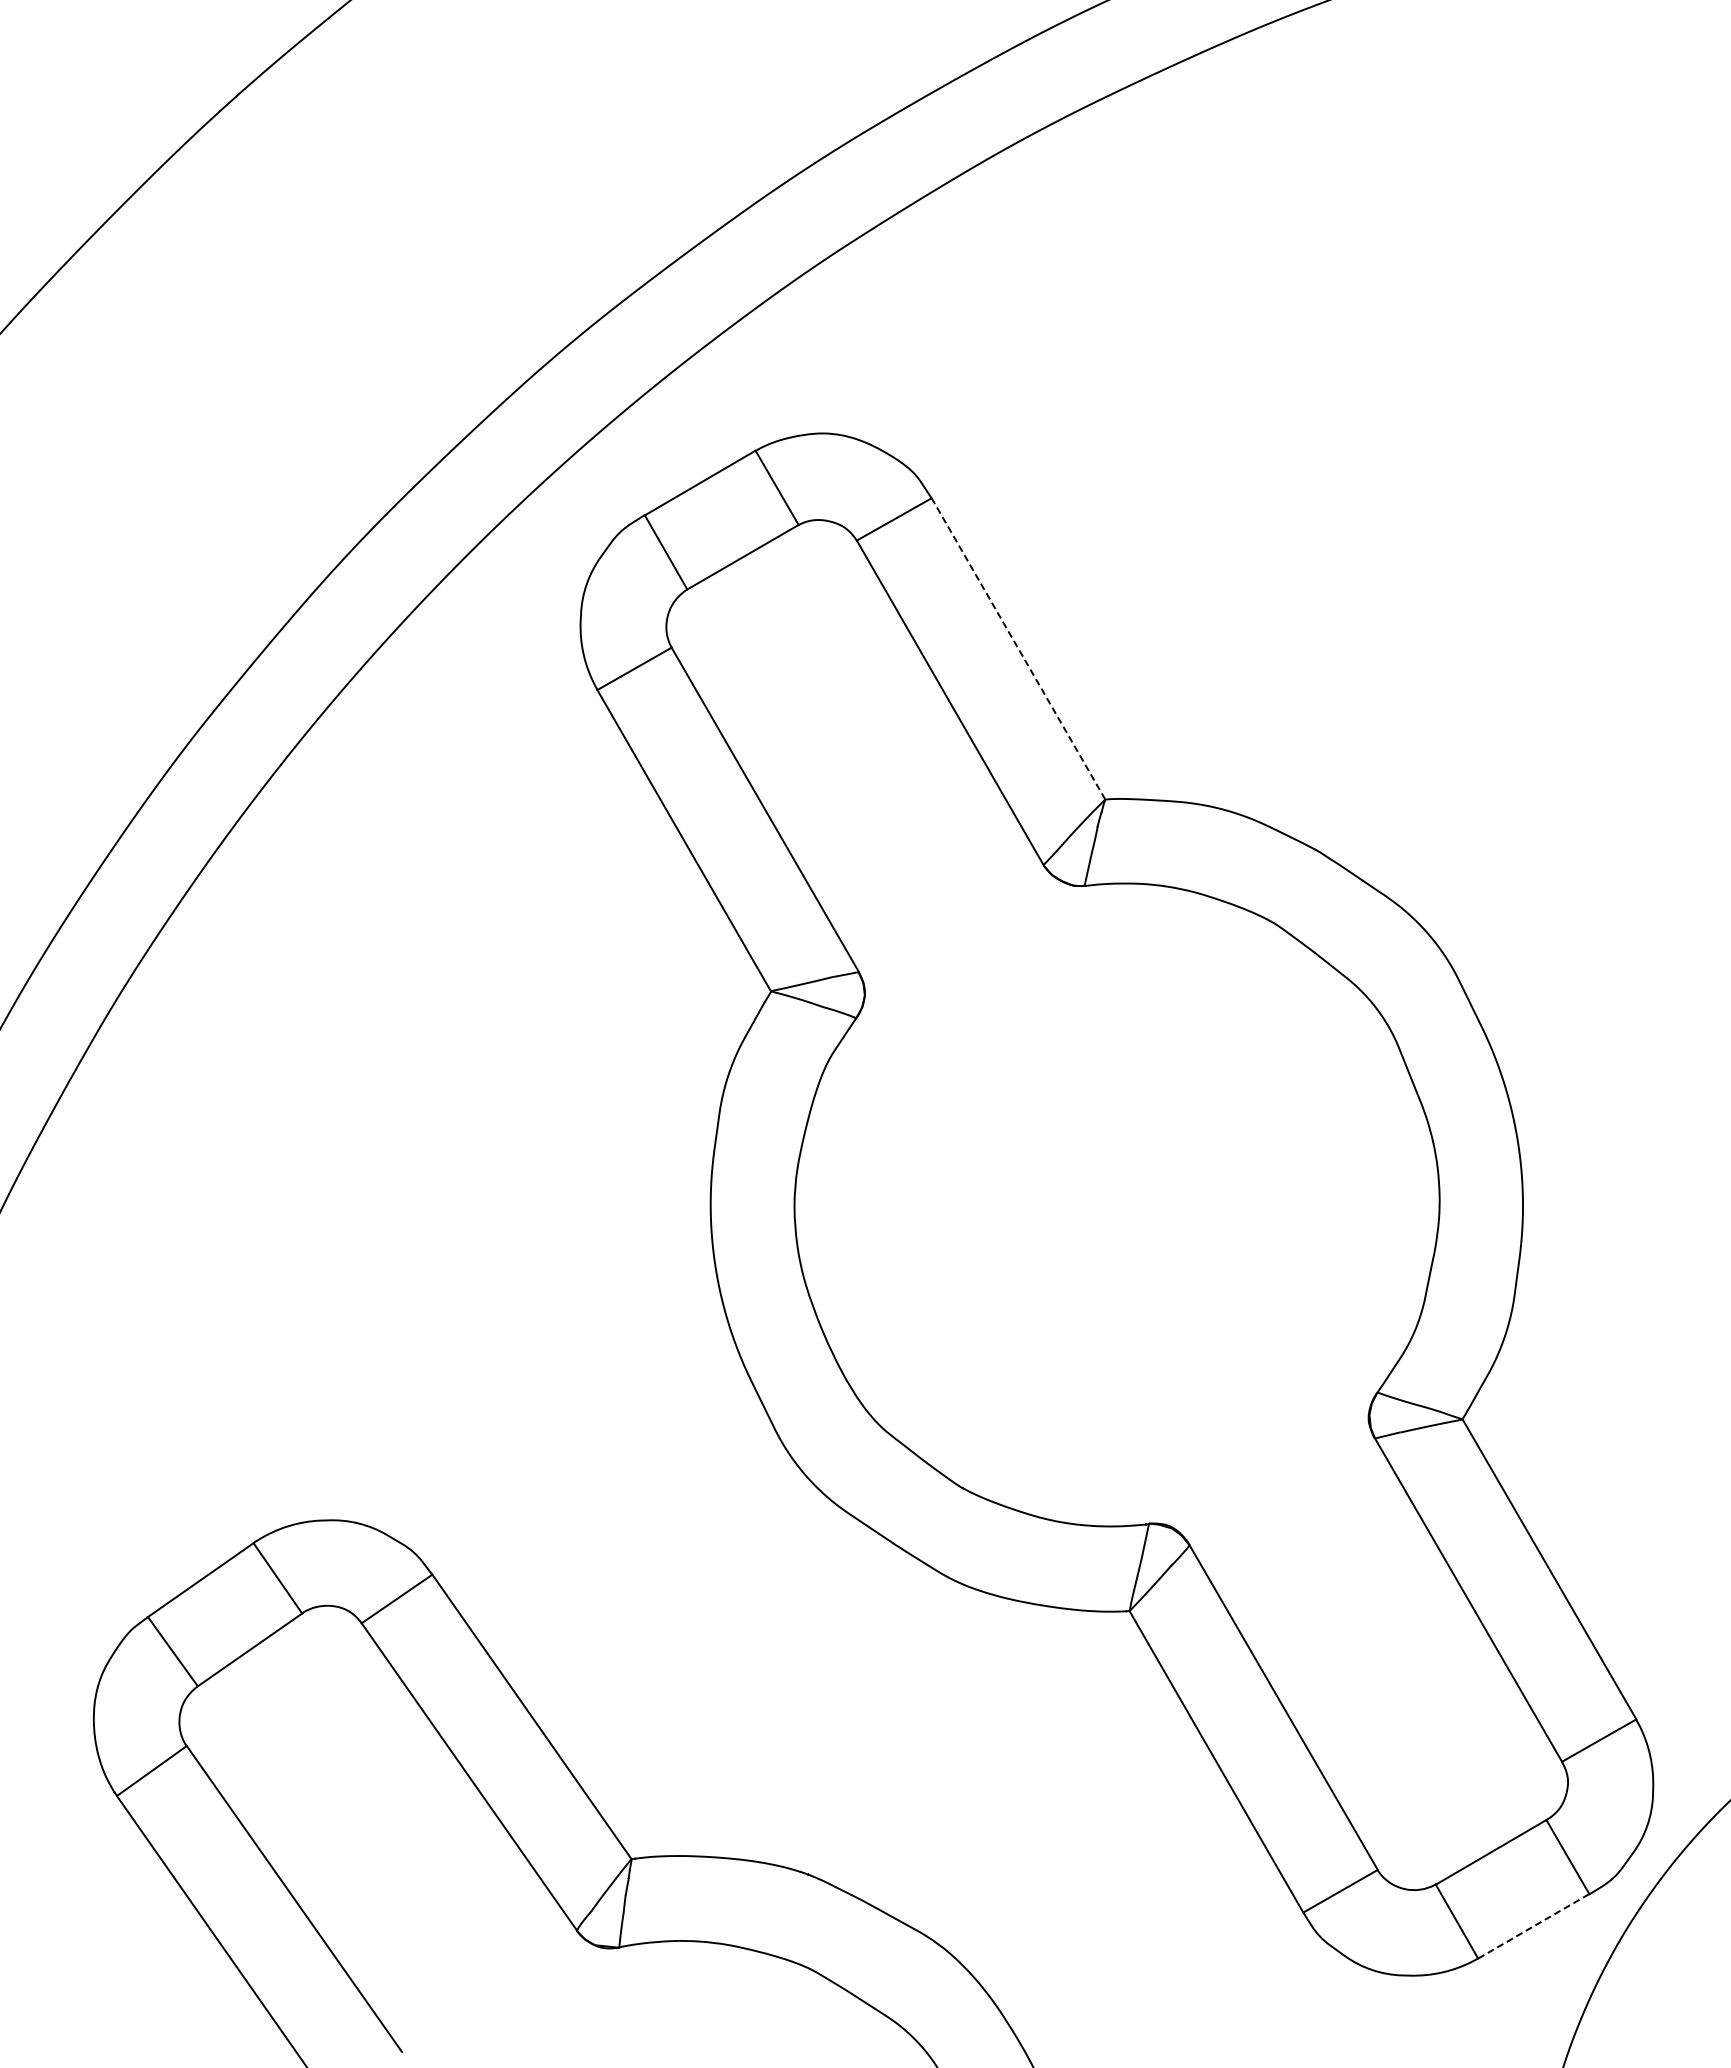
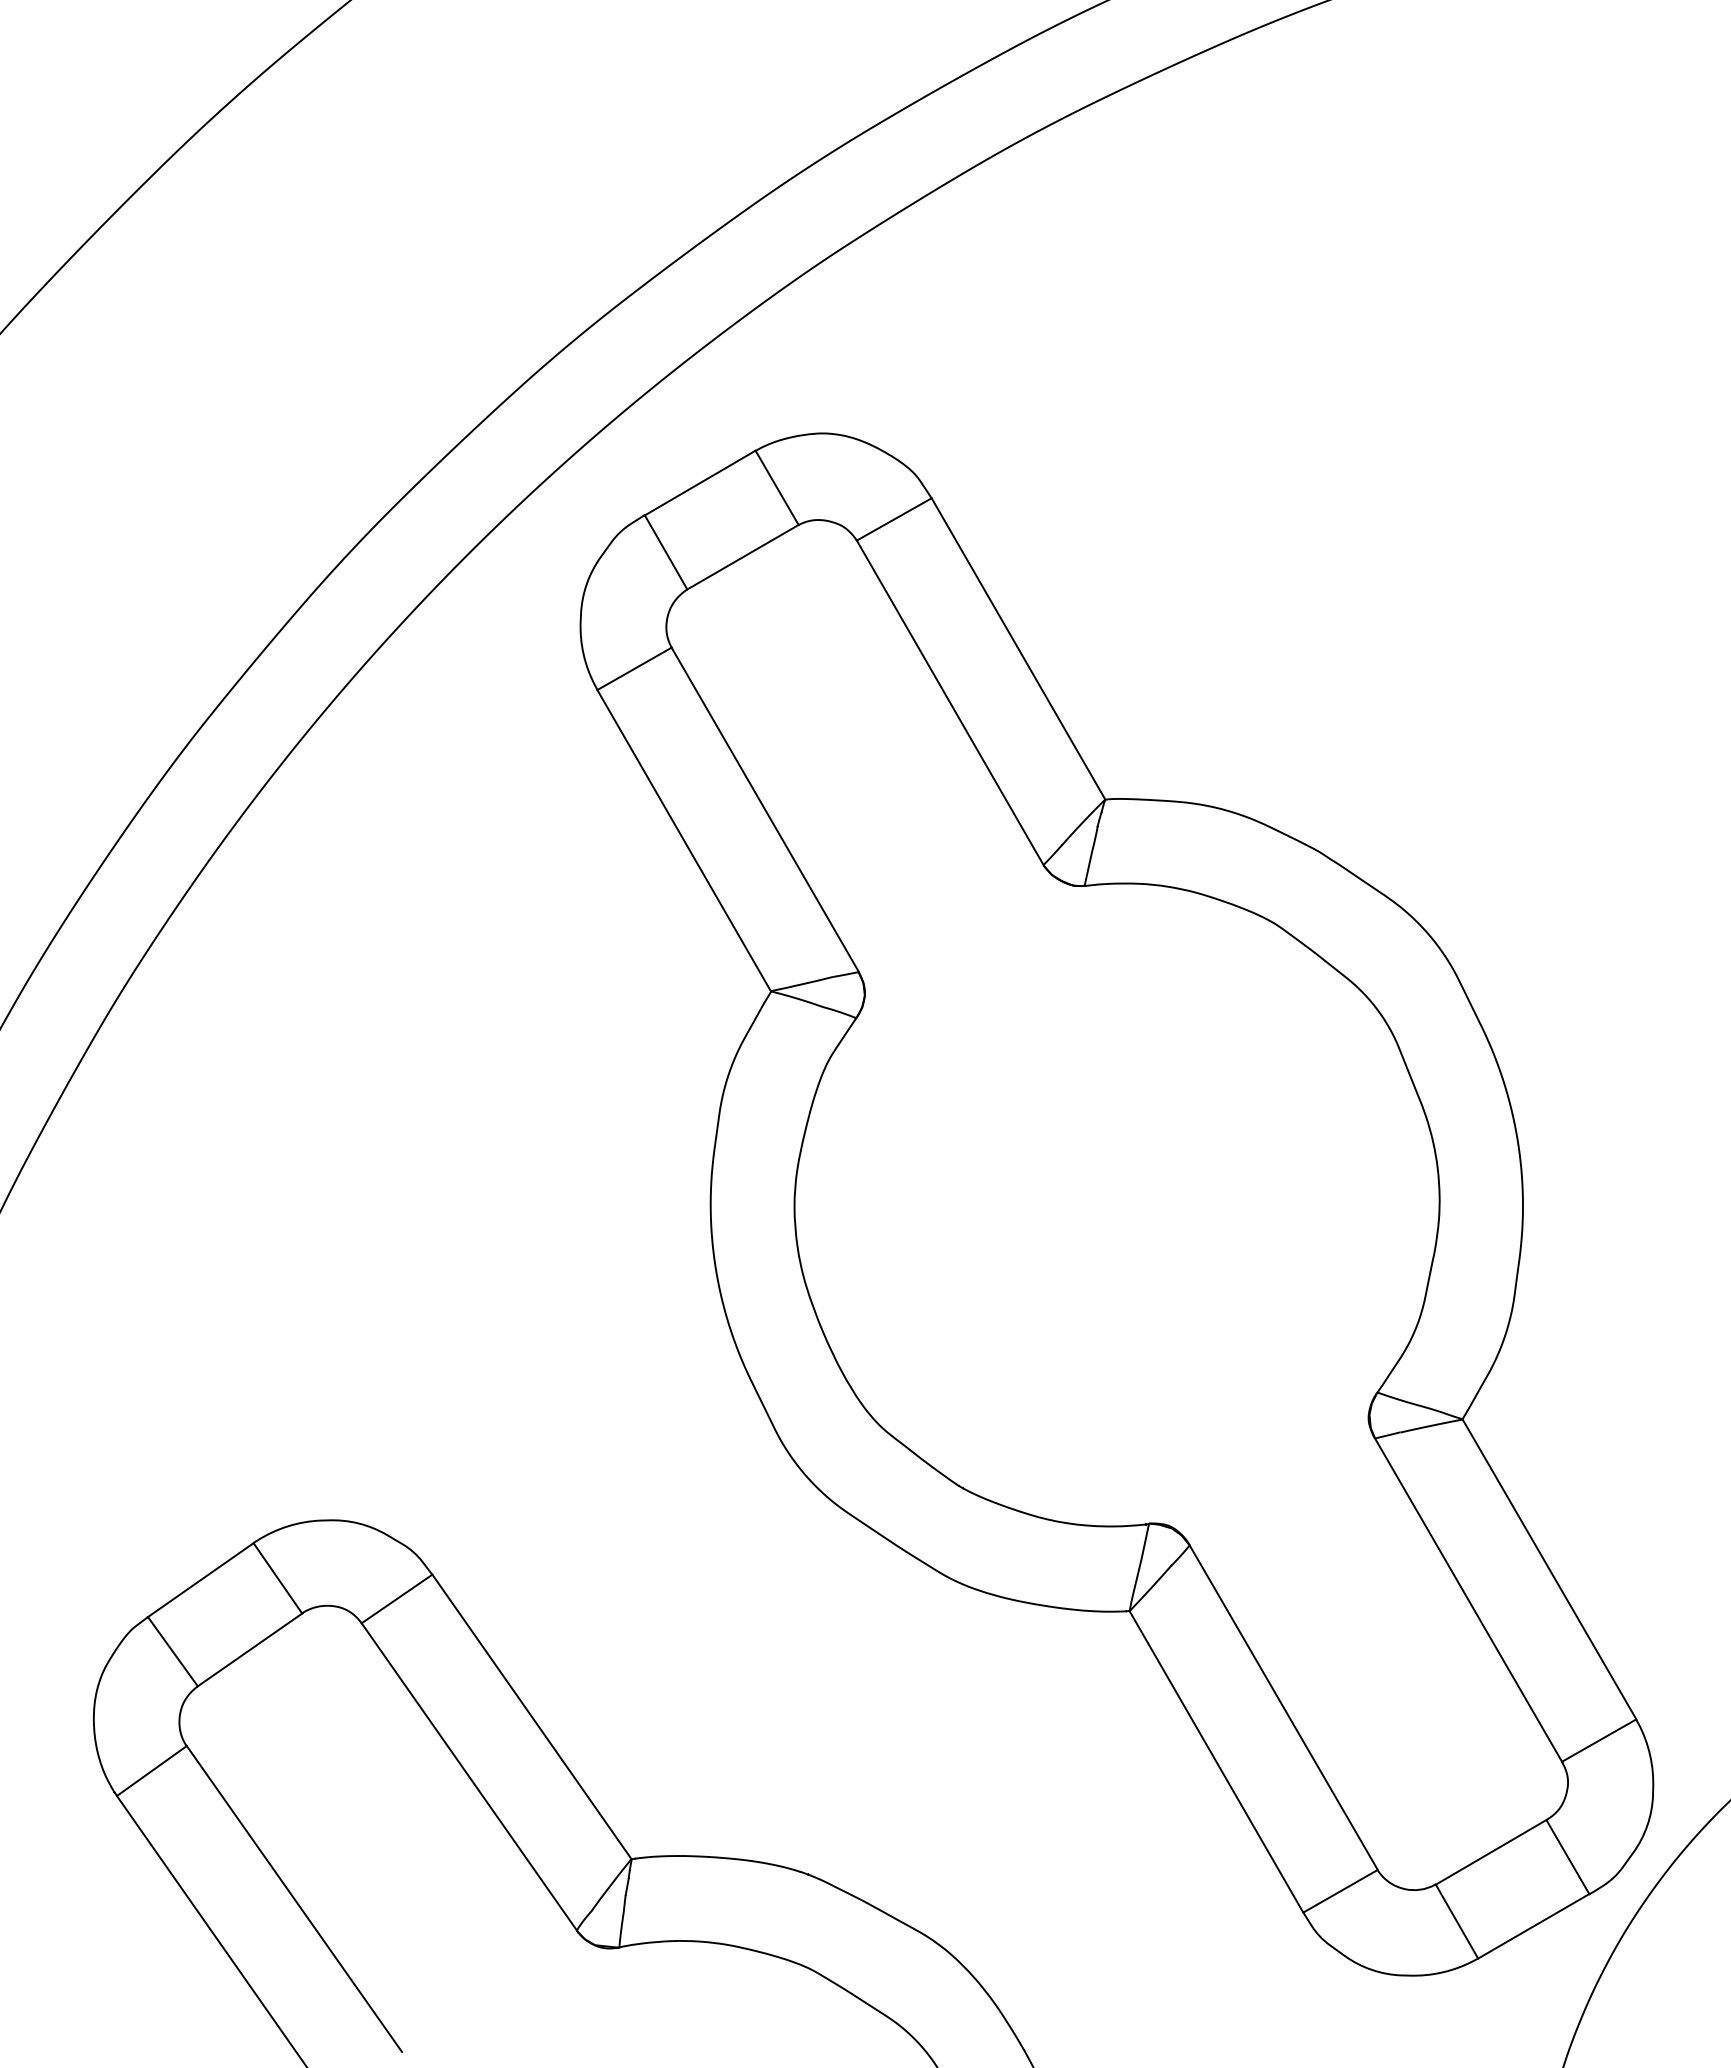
line at (1018, 649): dashed -> solid
line at (1534, 1925): dashed -> solid
